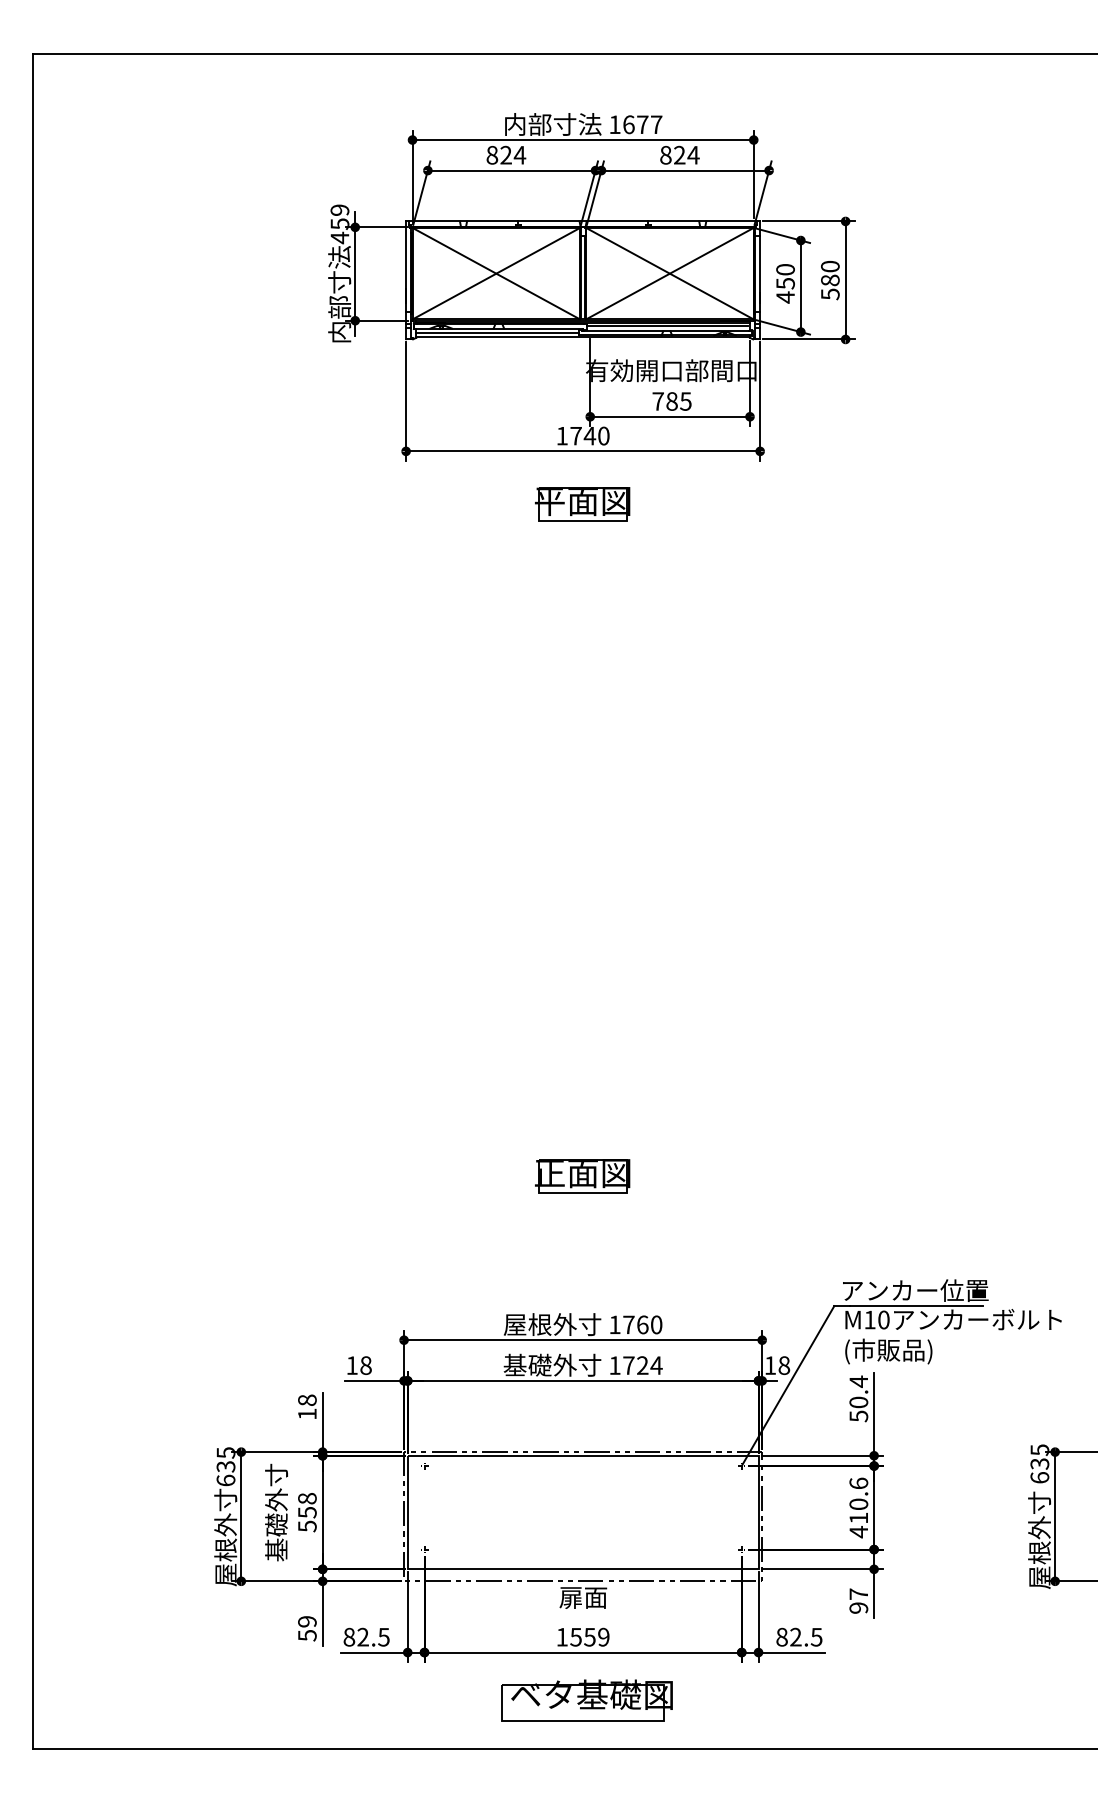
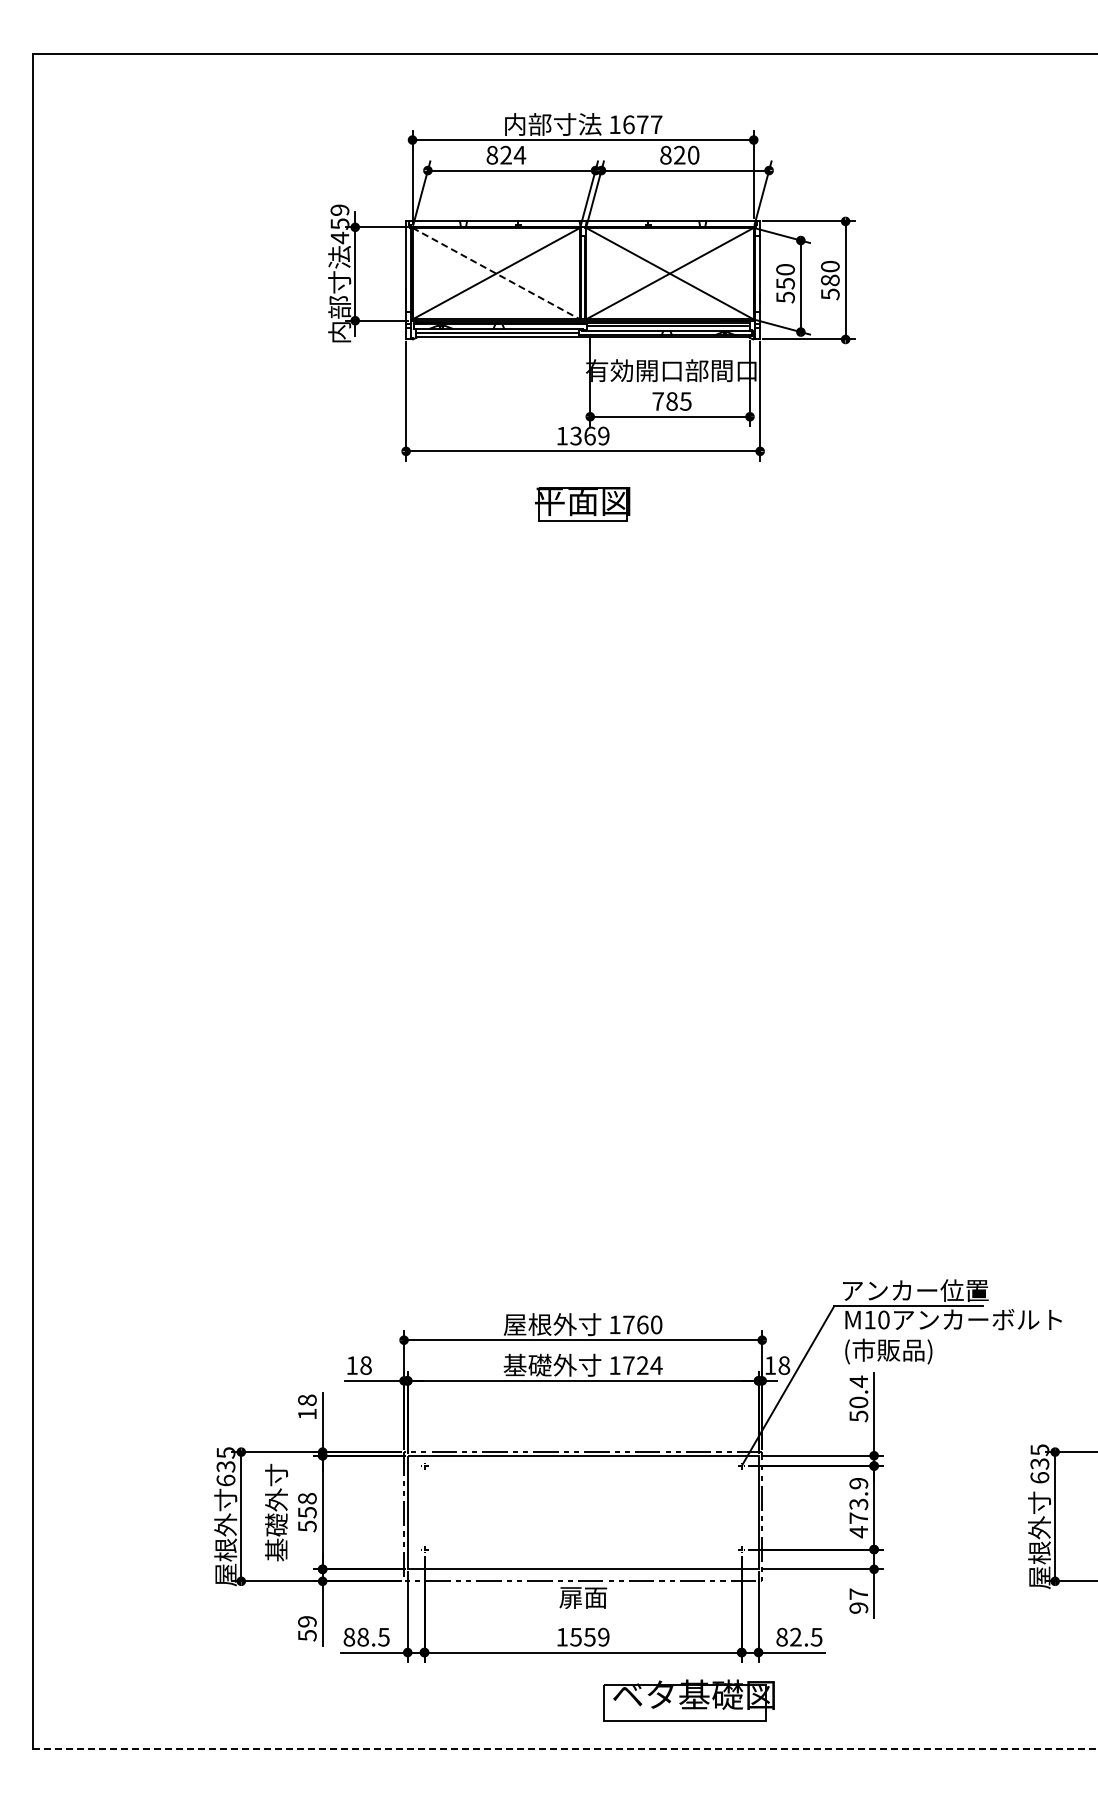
text at (693, 154): 824 -> 820
line at (496, 273): solid -> dashed
text at (785, 297): 450 -> 550
text at (589, 435): 1740 -> 1369
part at (582, 1176): present -> none
text at (858, 1500): 410.6 -> 473.9
text at (362, 1636): 82.5 -> 88.5
part at (586, 1700) position: (586, 1700) -> (688, 1700)
line at (565, 1748): solid -> dashed
